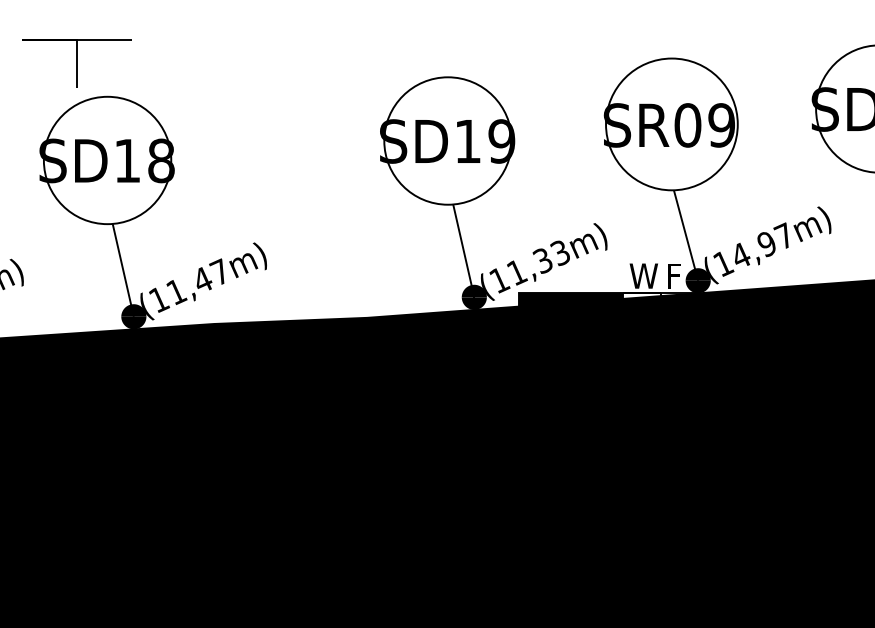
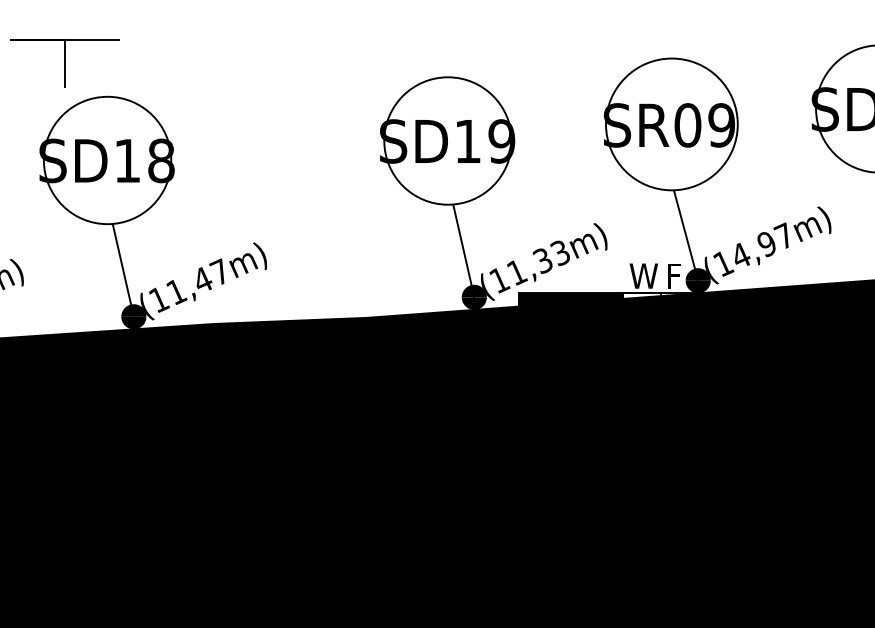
part at (76, 63) position: (76, 63) -> (64, 63)
